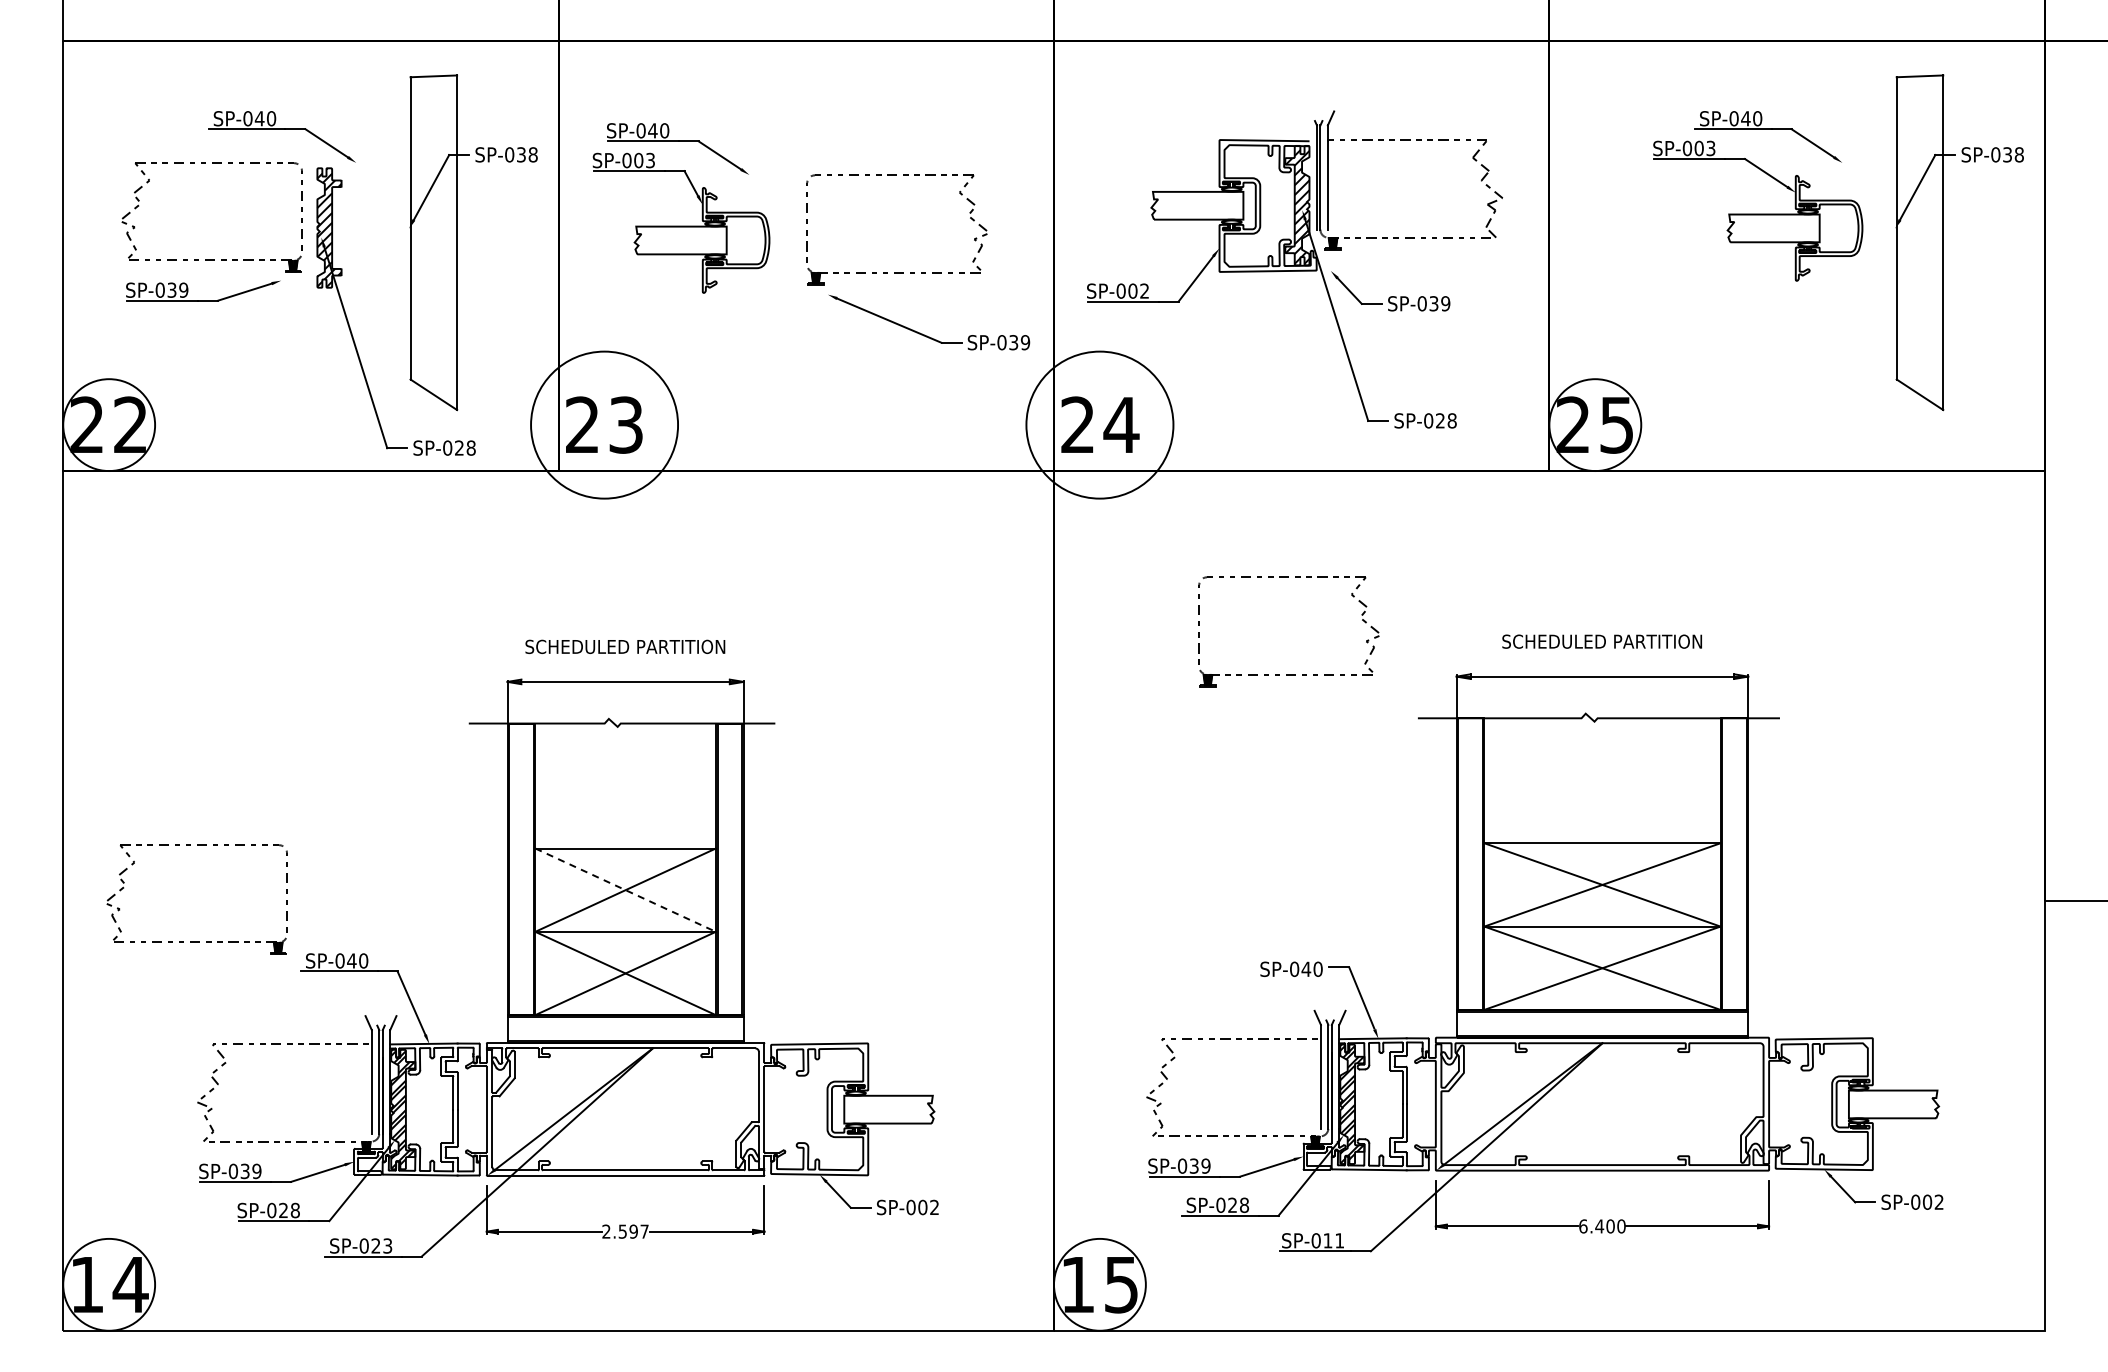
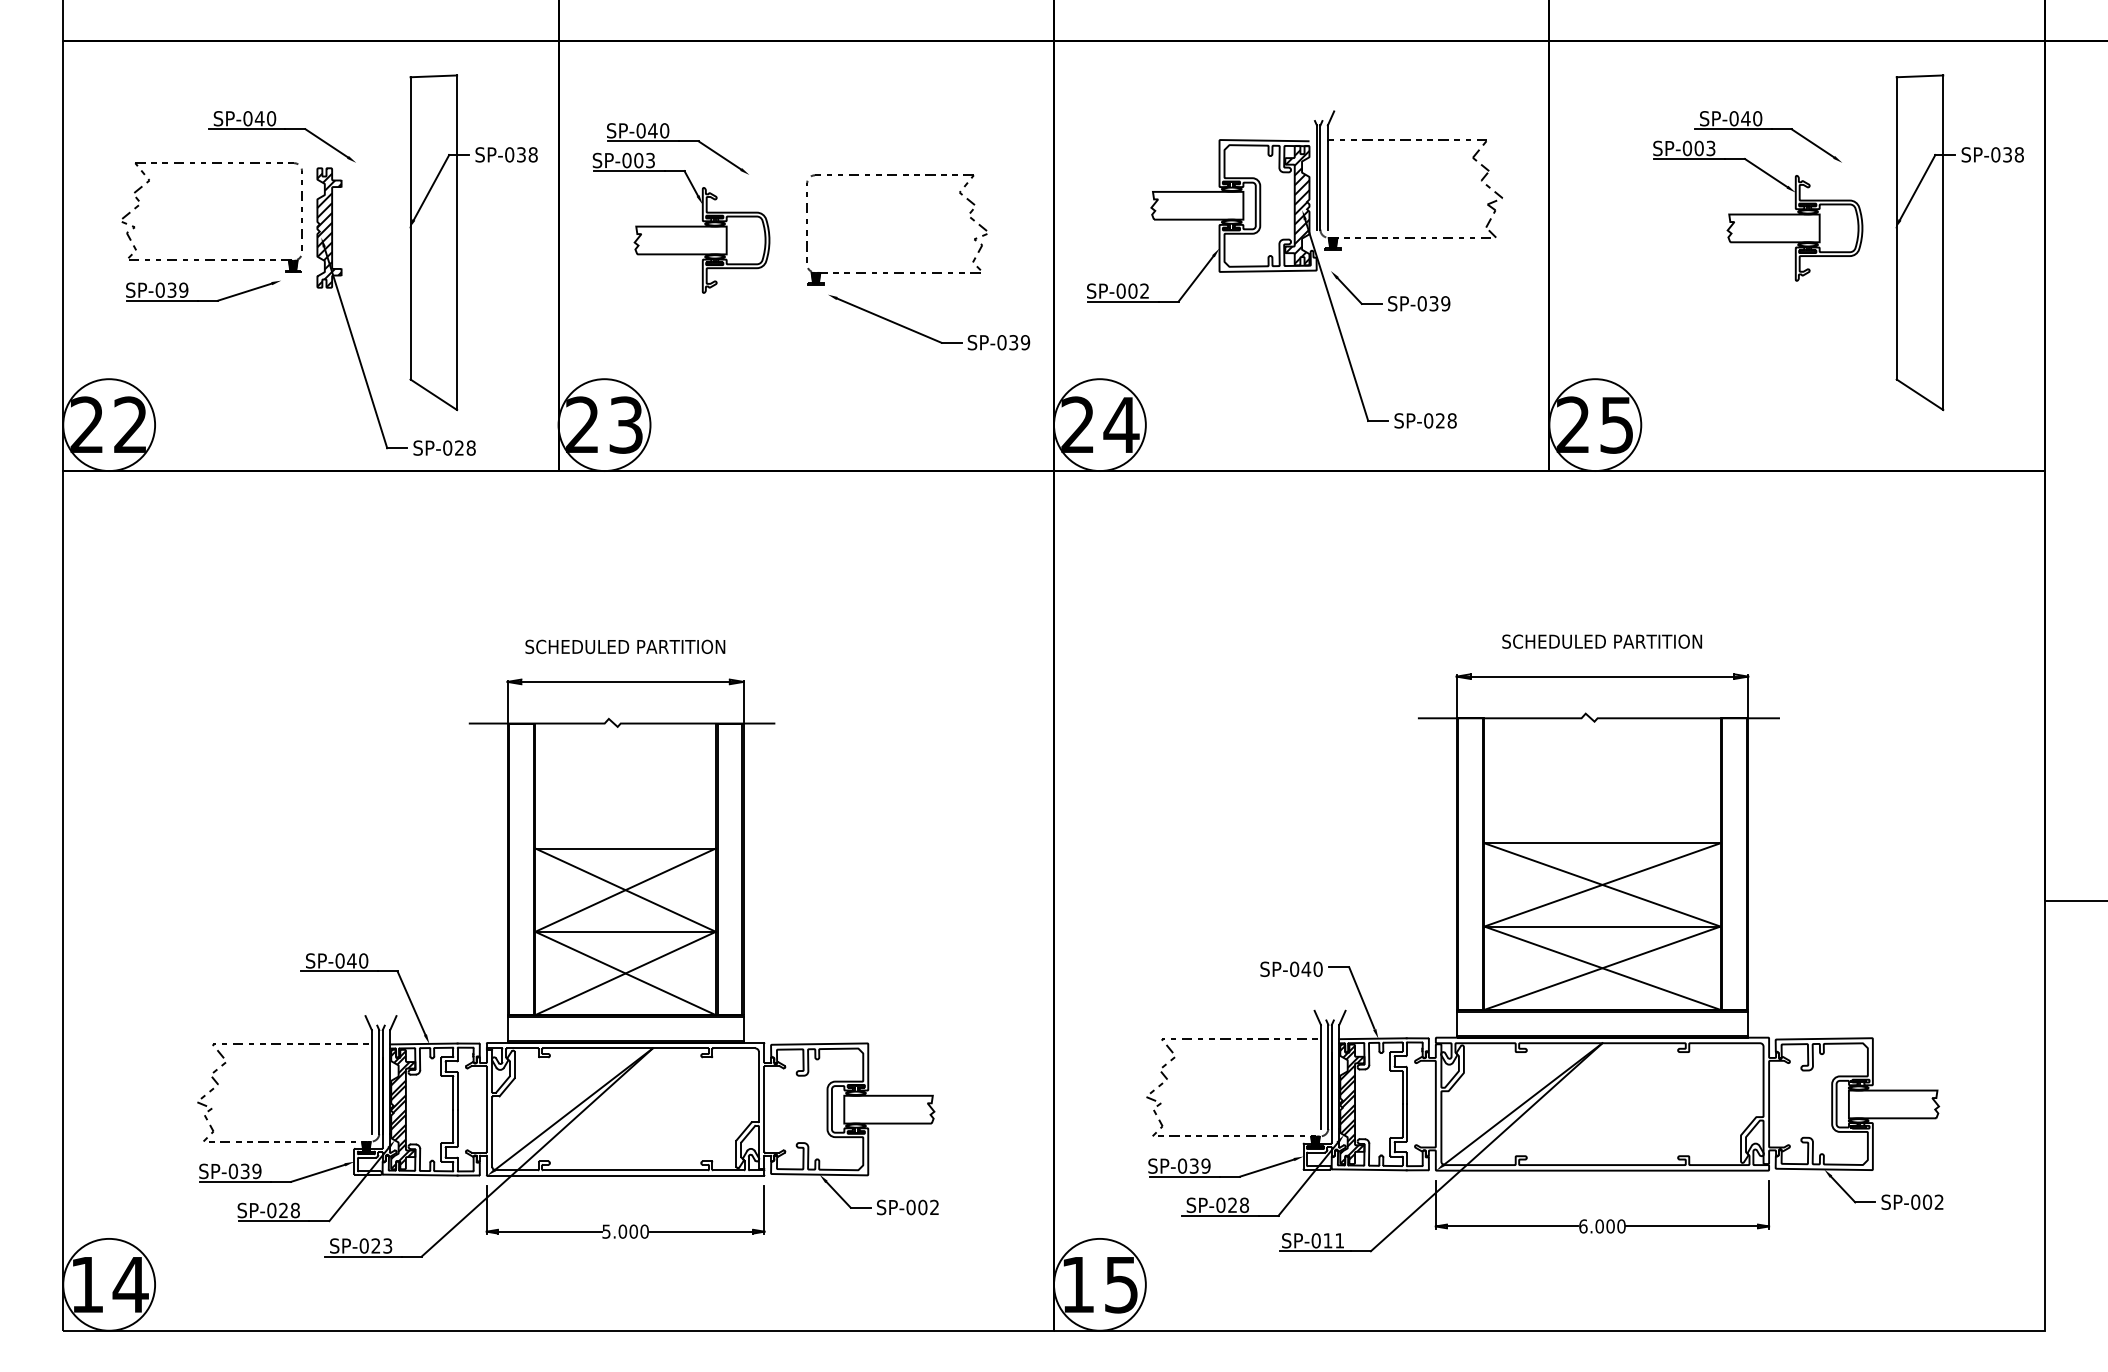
circle at (604, 424) diameter: 147 px -> 92 px
circle at (1099, 424) diameter: 147 px -> 92 px
part at (1288, 674): present -> none
line at (626, 890): dashed -> solid
part at (196, 941): present -> none
text at (1599, 1226): 6.400 -> 6.000
text at (625, 1231): 2.597 -> 5.000
